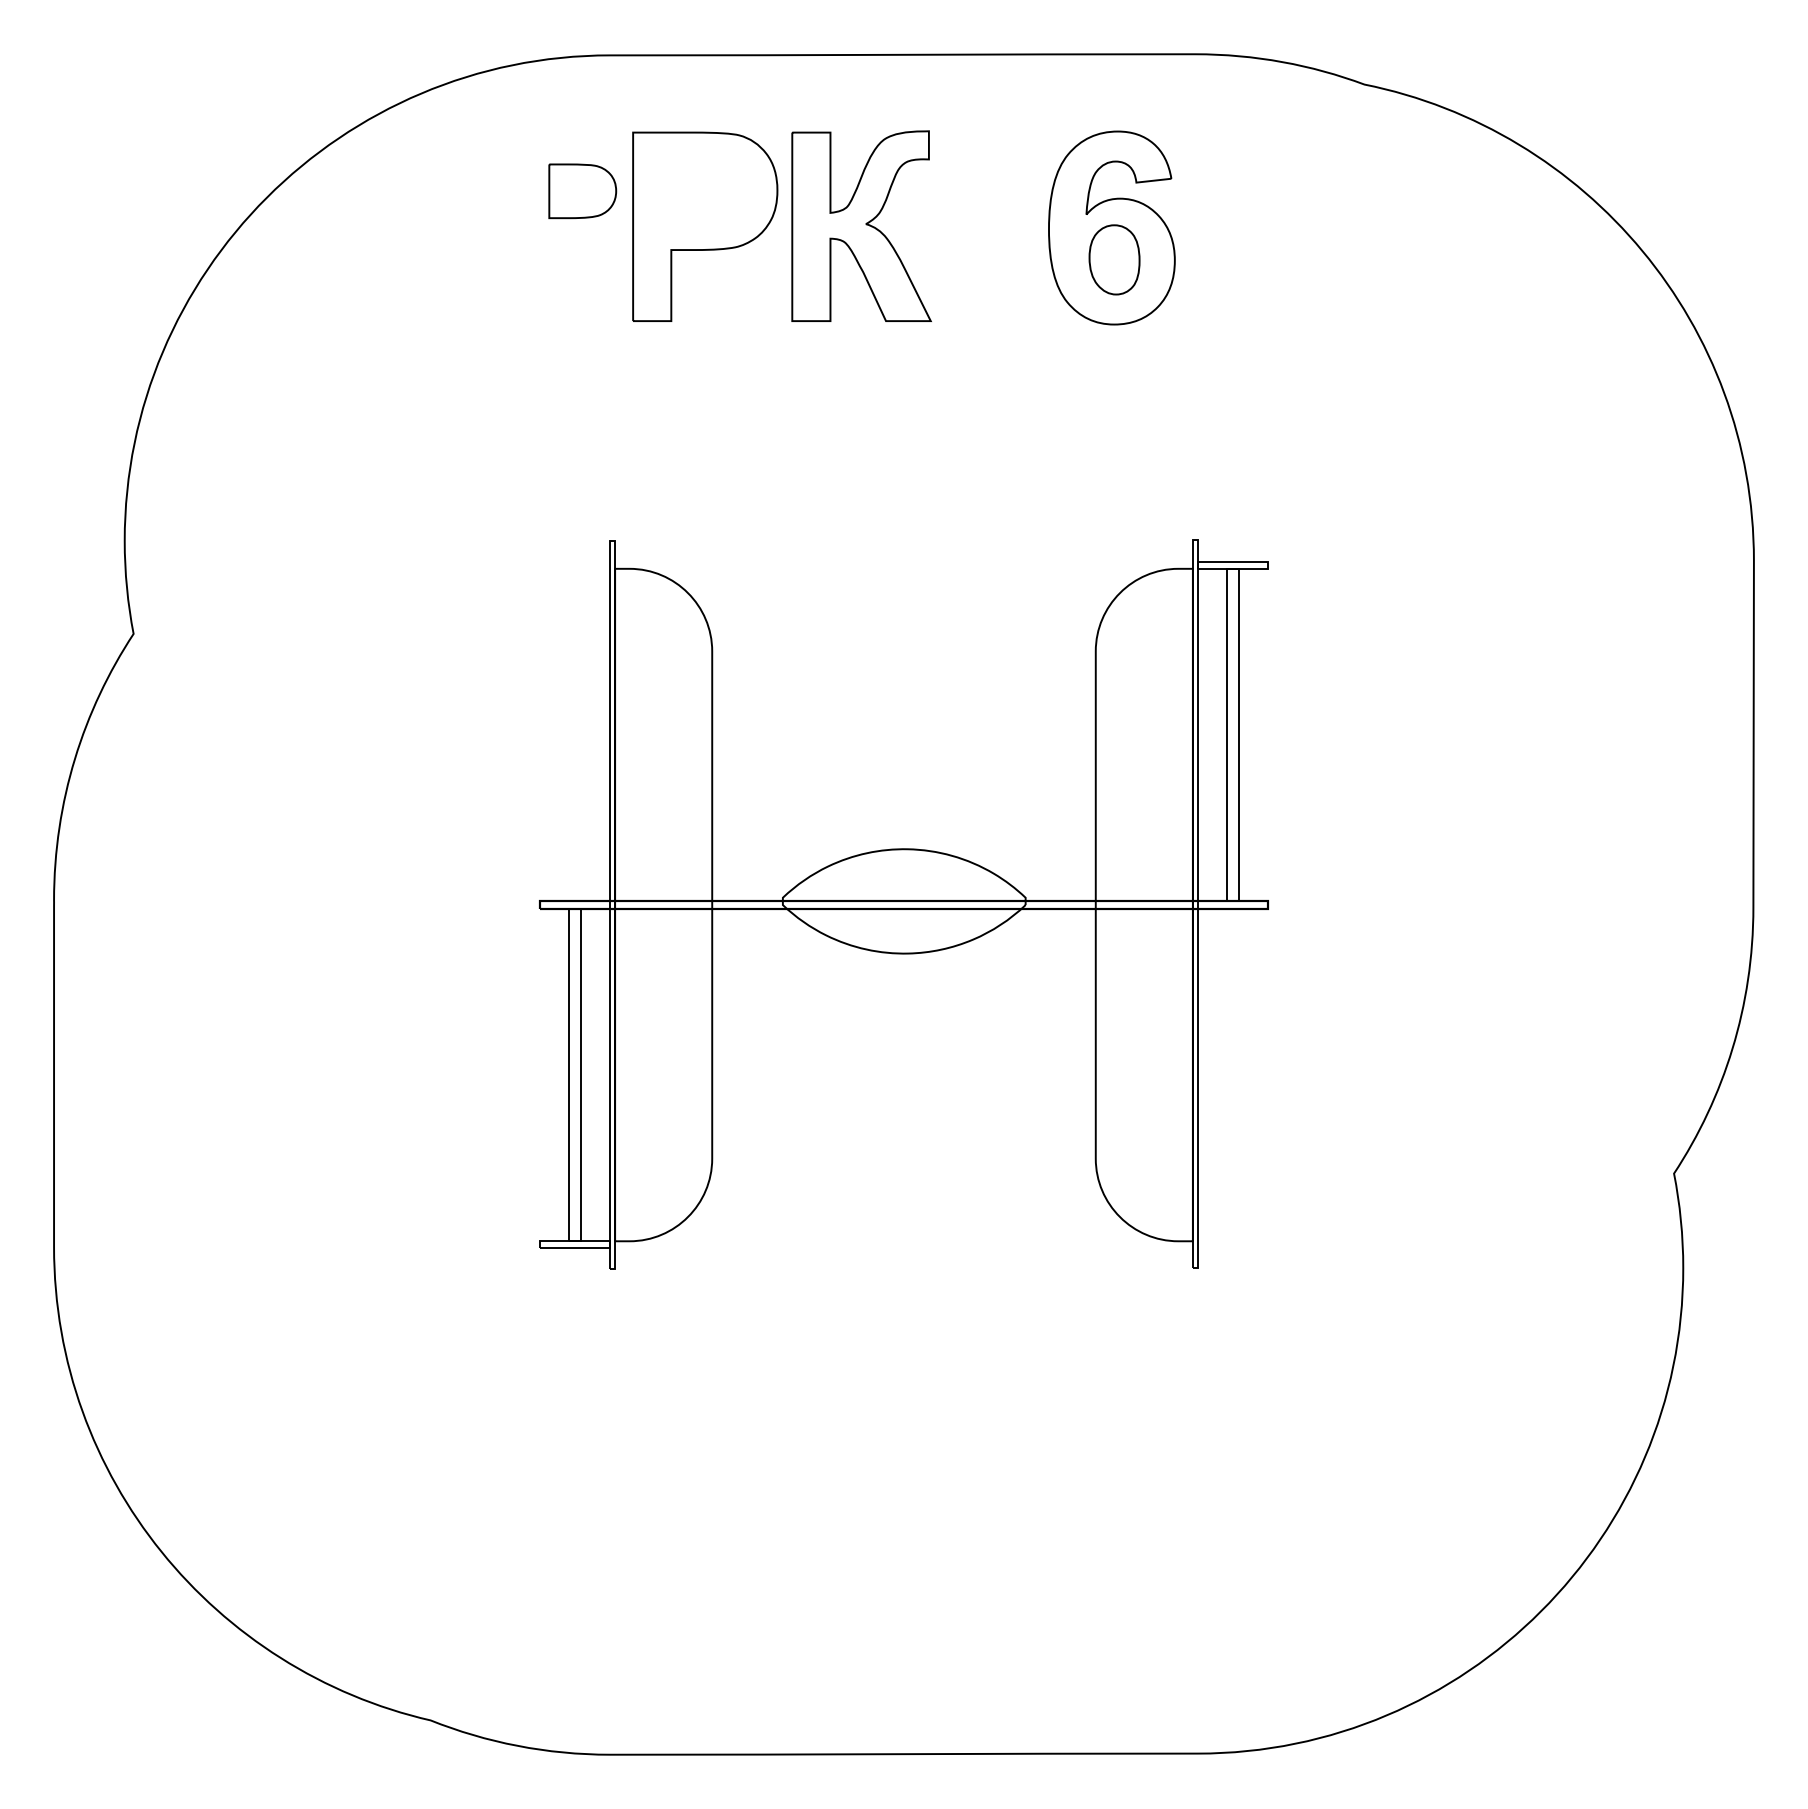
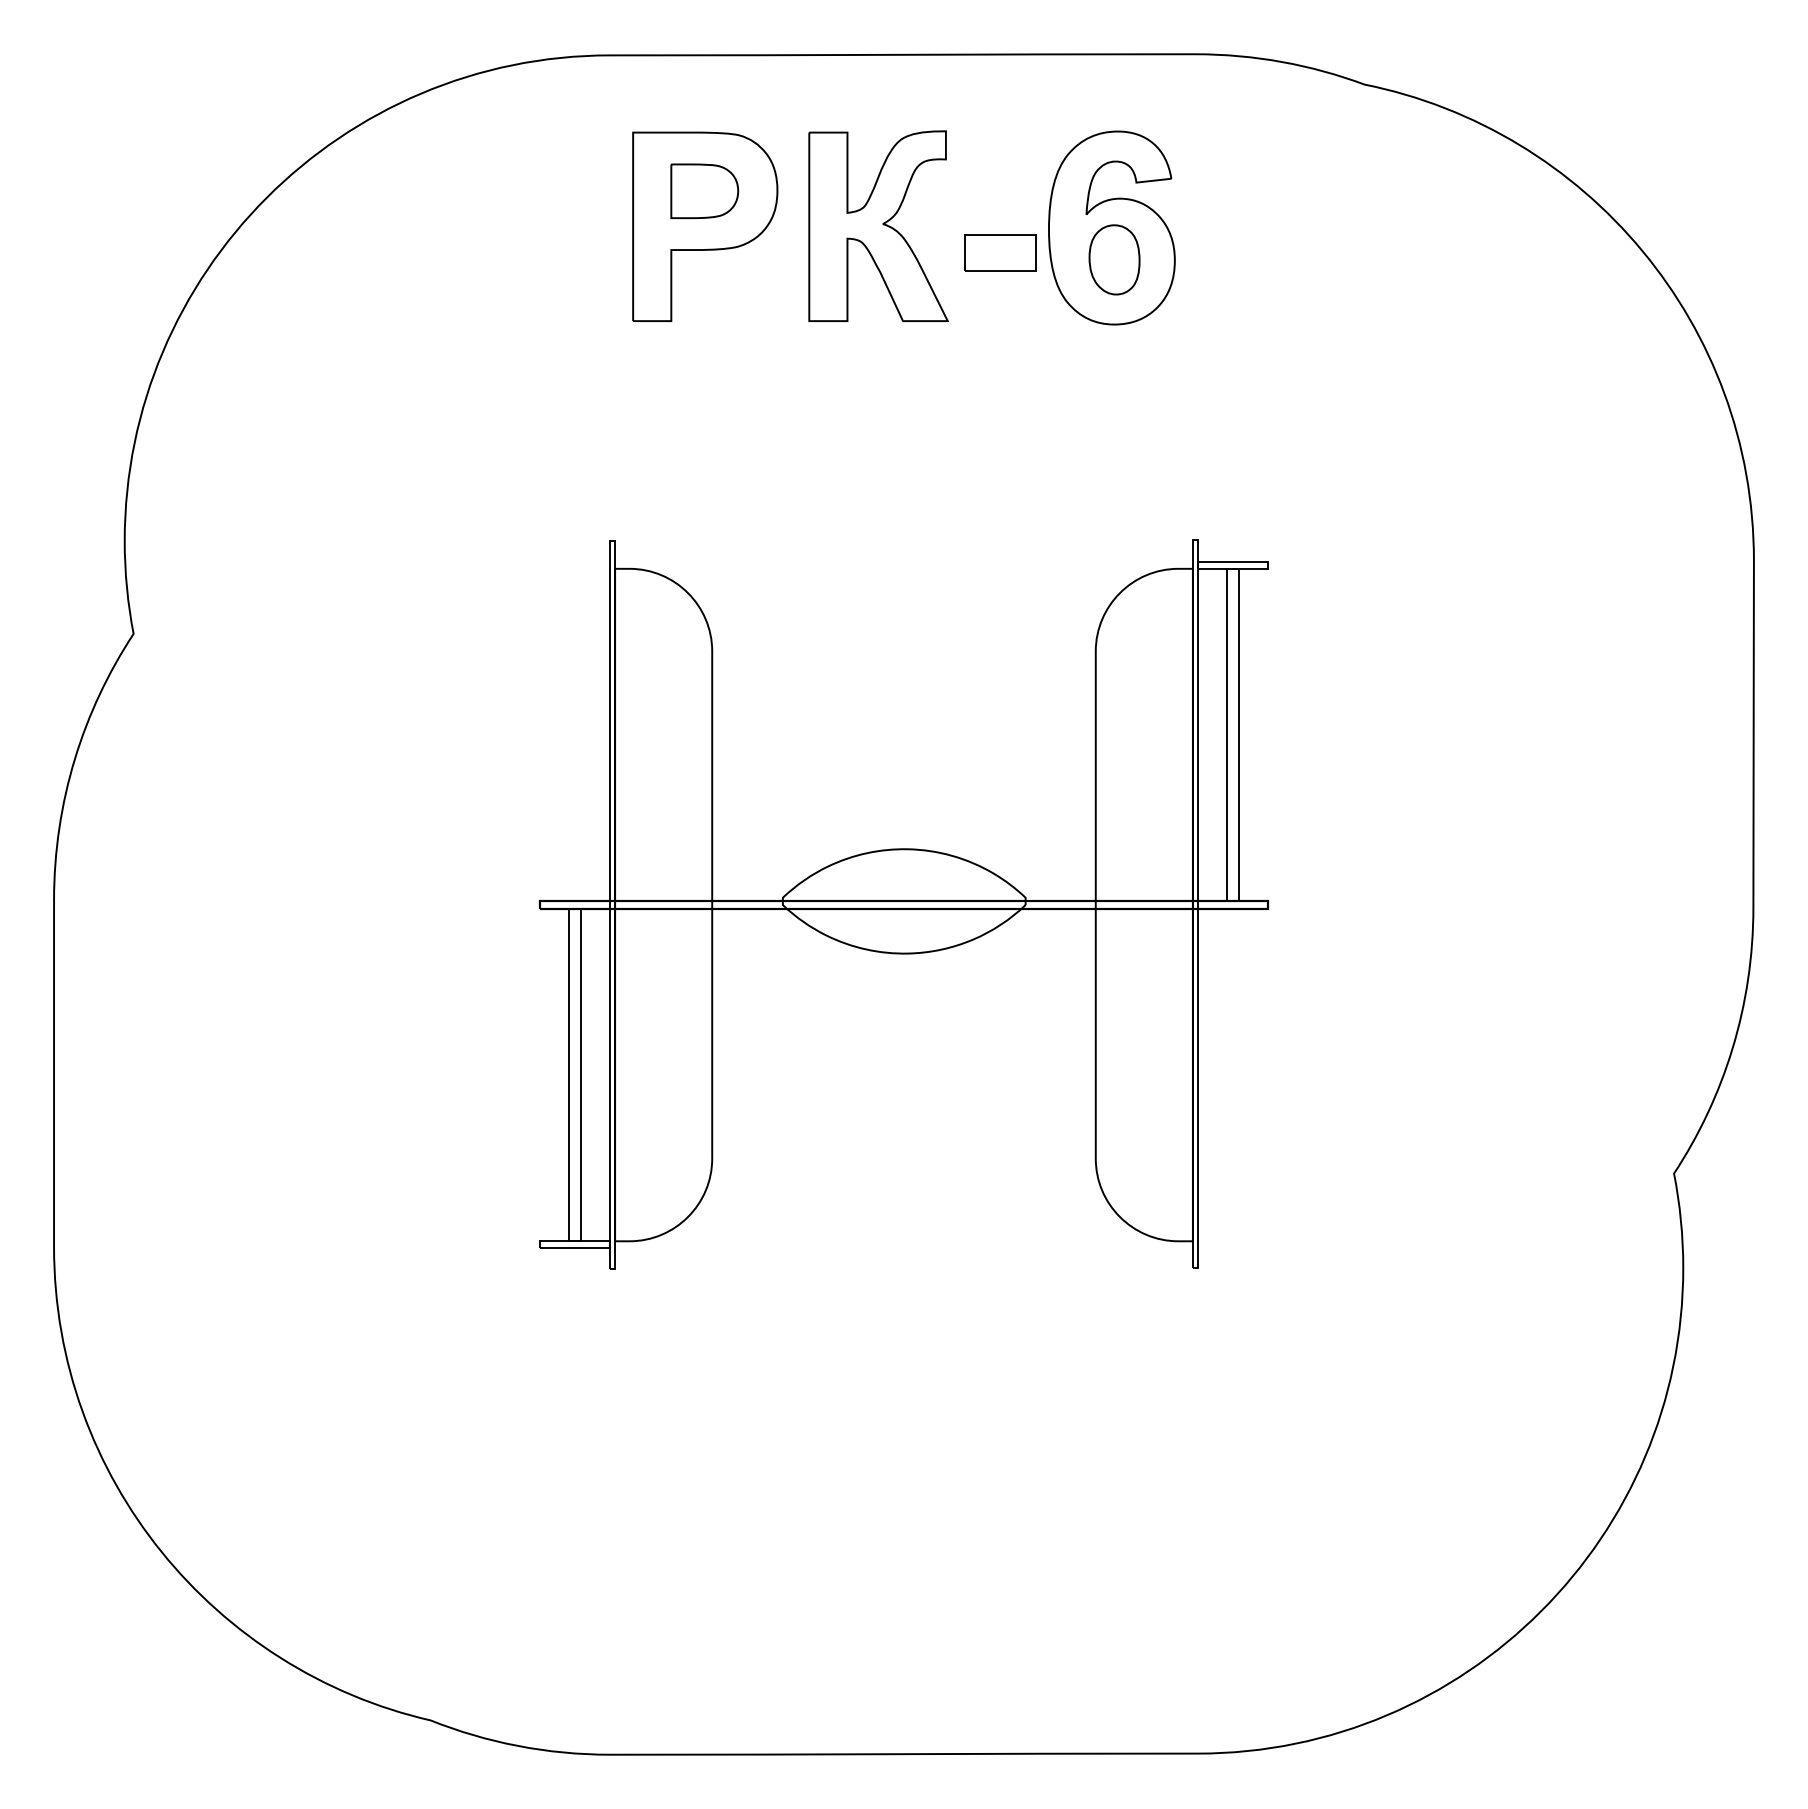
part at (582, 191) position: (582, 191) -> (704, 191)
part at (861, 225) position: (861, 225) -> (878, 225)
part at (1000, 252): none -> present
